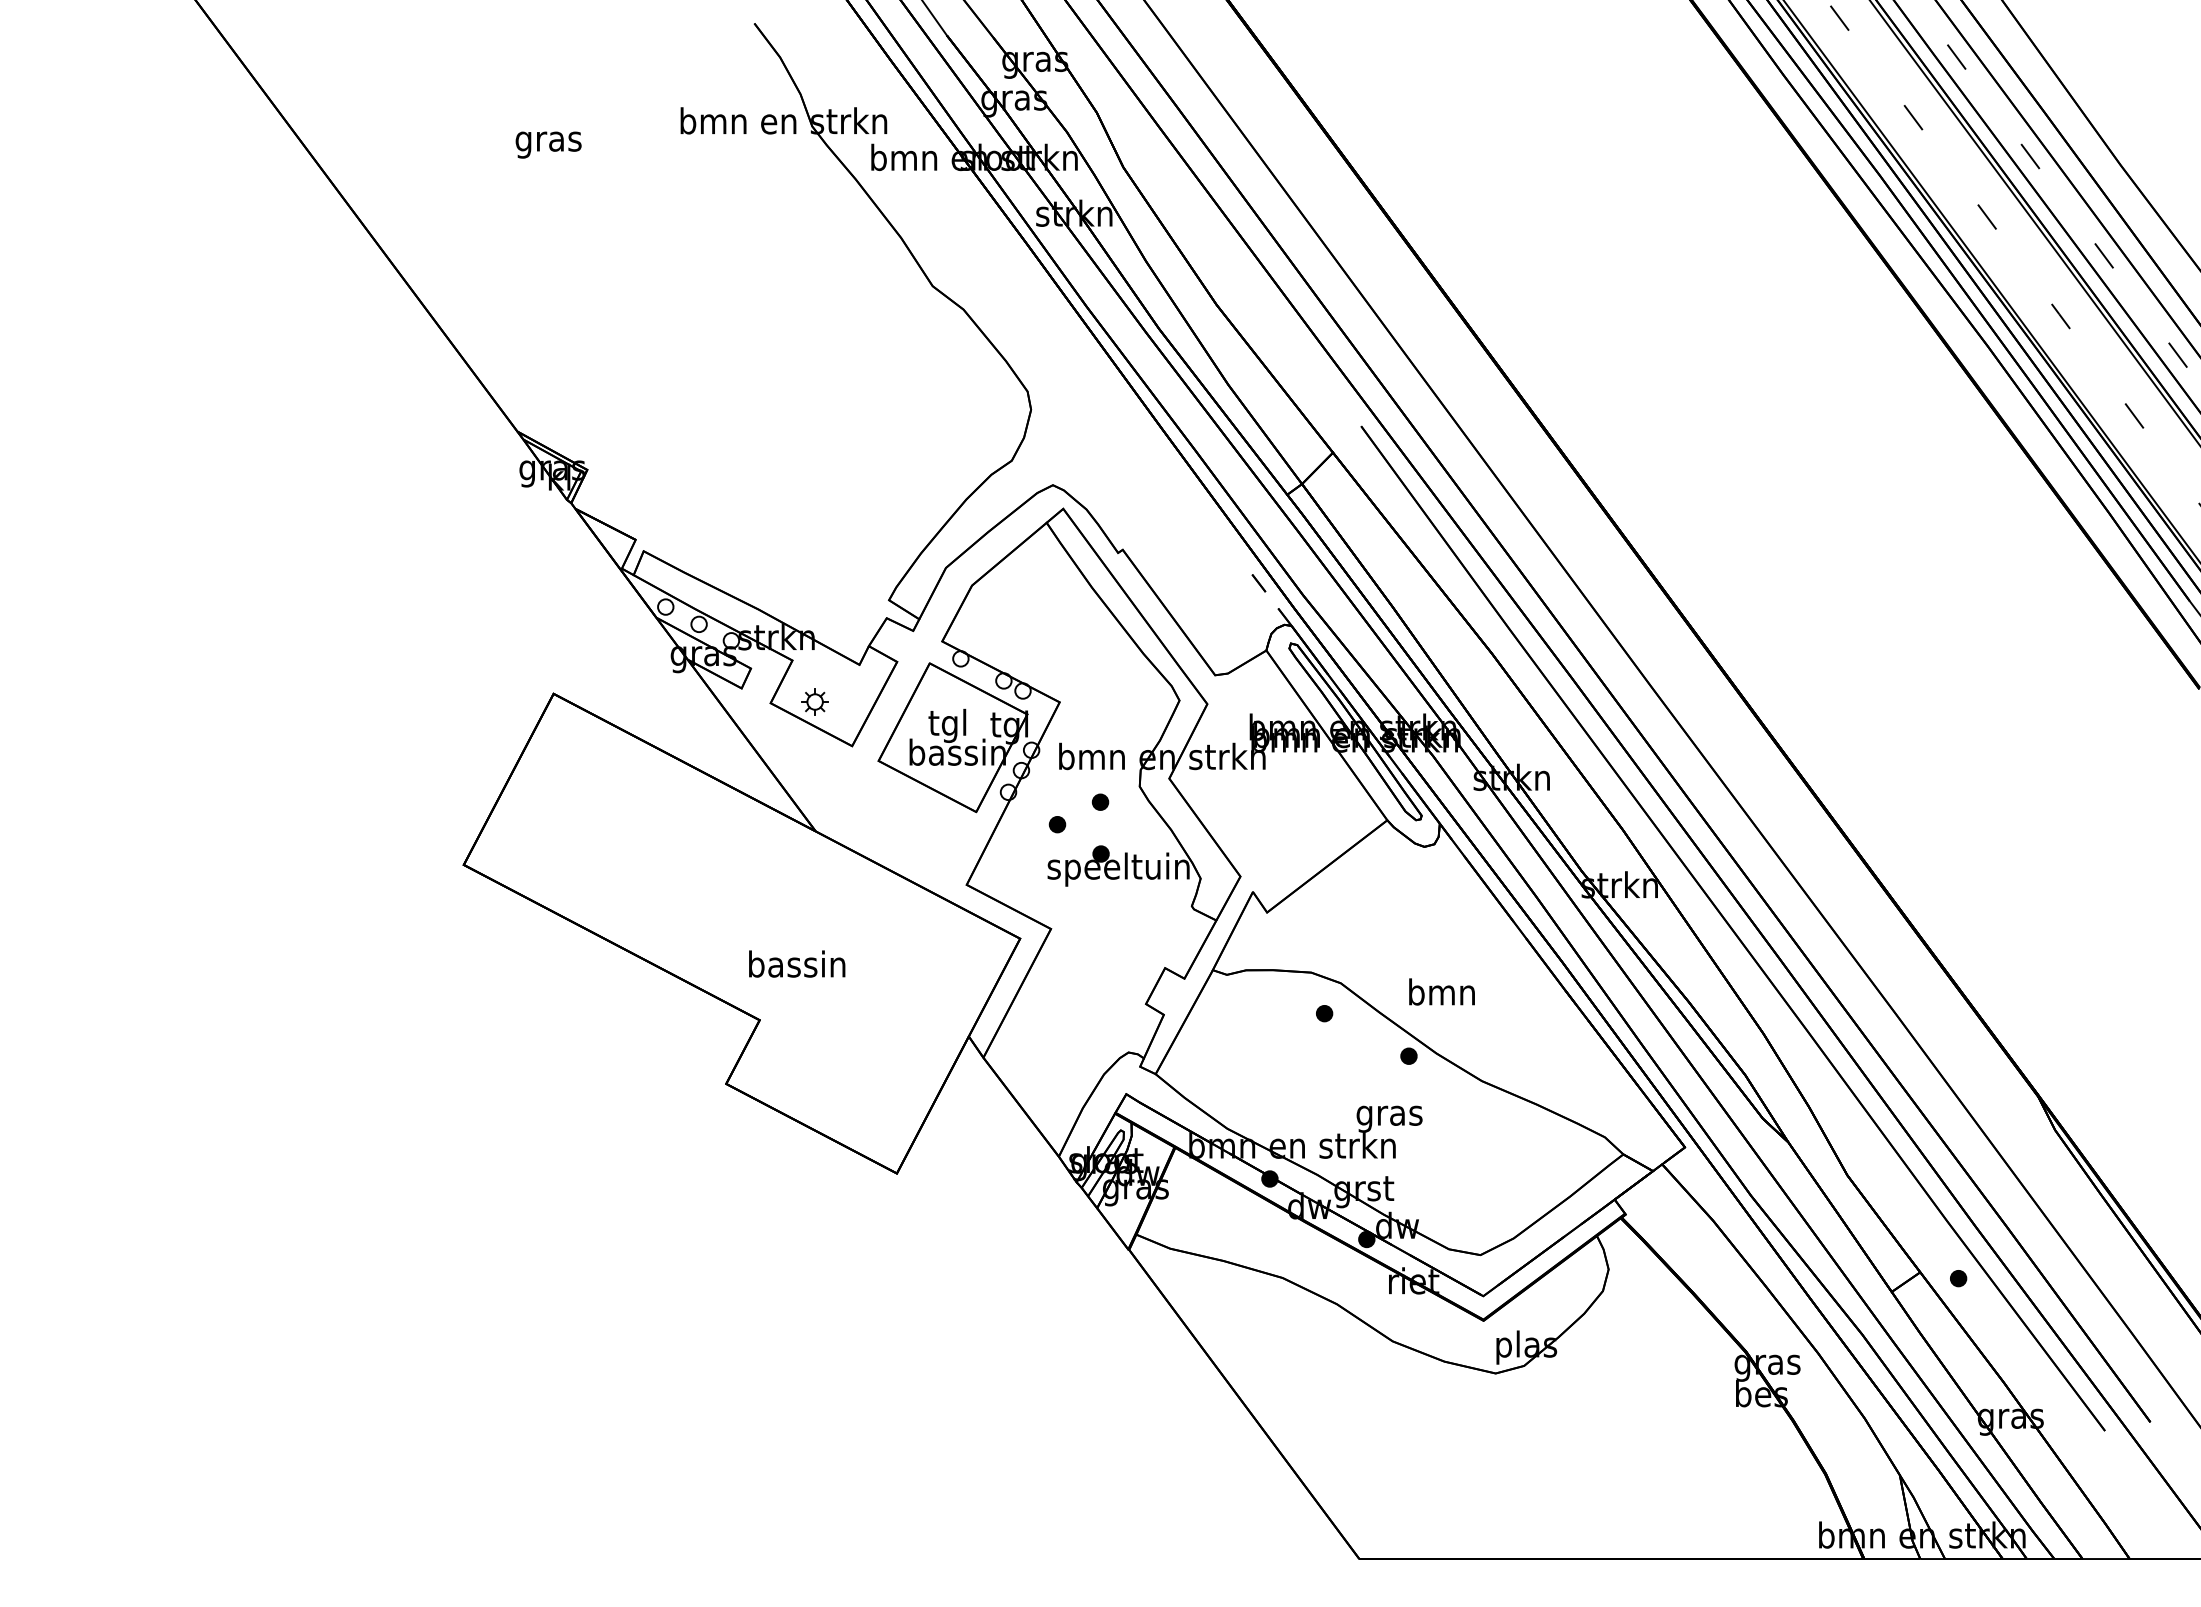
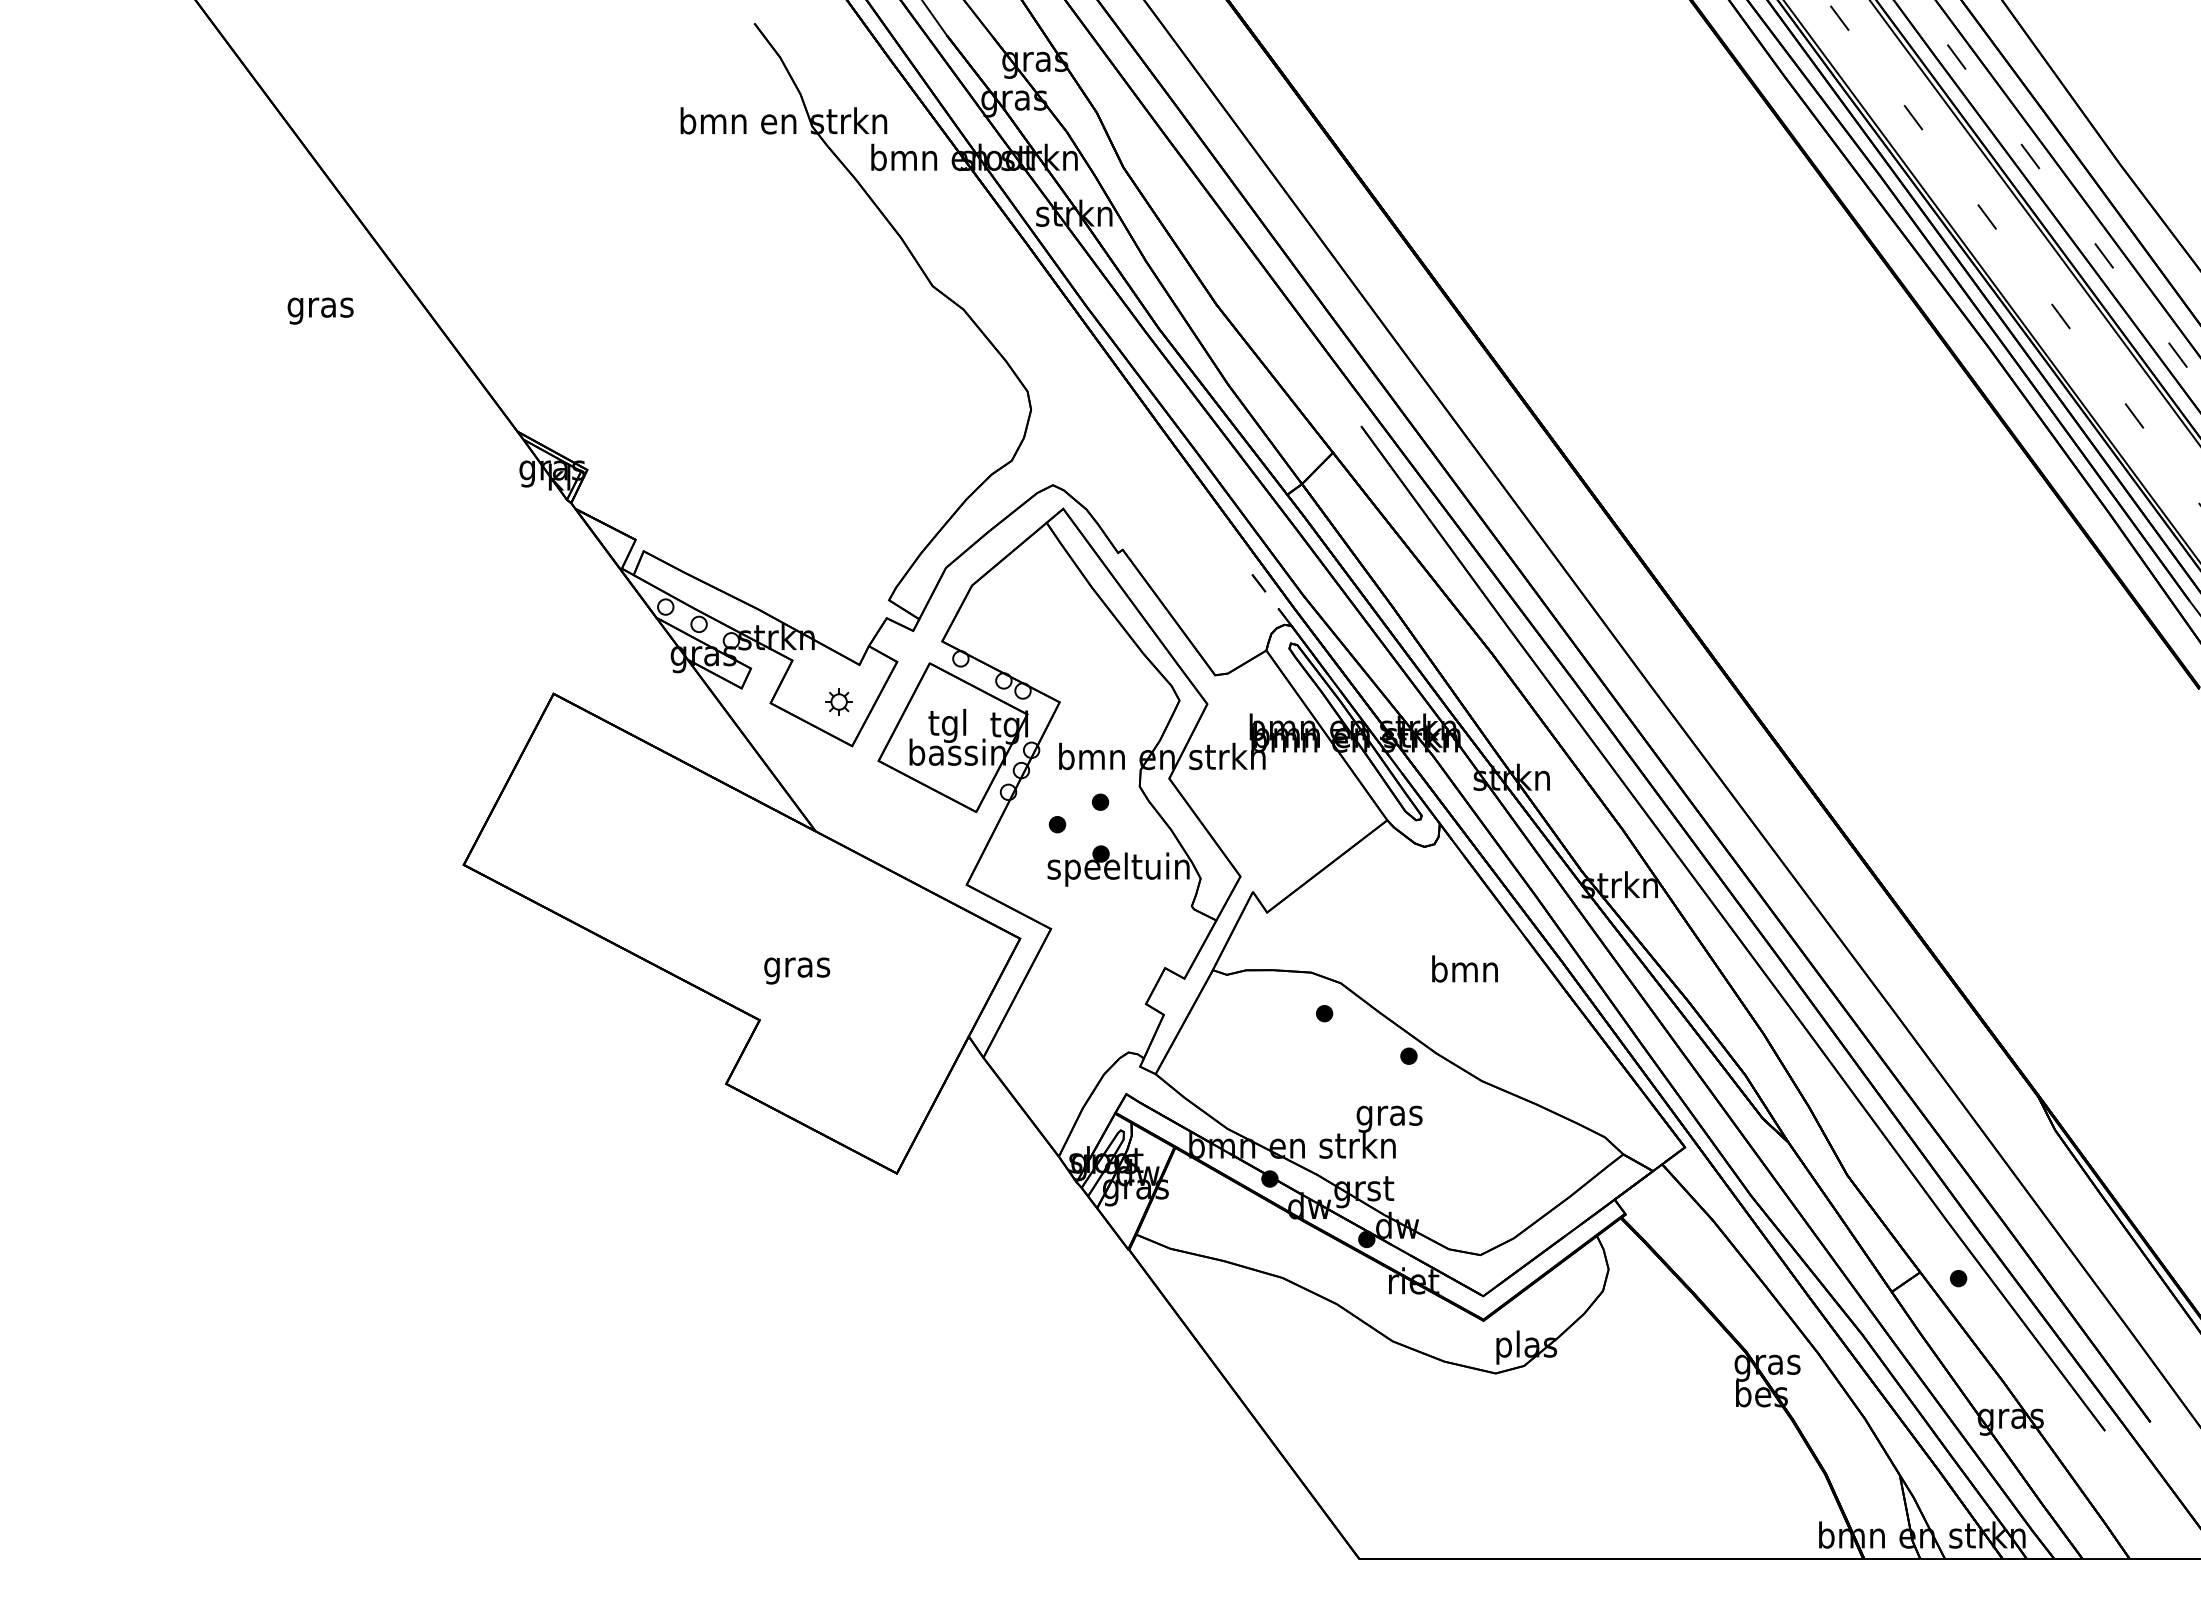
text at (548, 144) position: (548, 144) -> (320, 310)
part at (814, 701) position: (814, 701) -> (838, 701)
text at (797, 967): bassin -> gras
text at (1441, 991) position: (1441, 991) -> (1464, 968)
